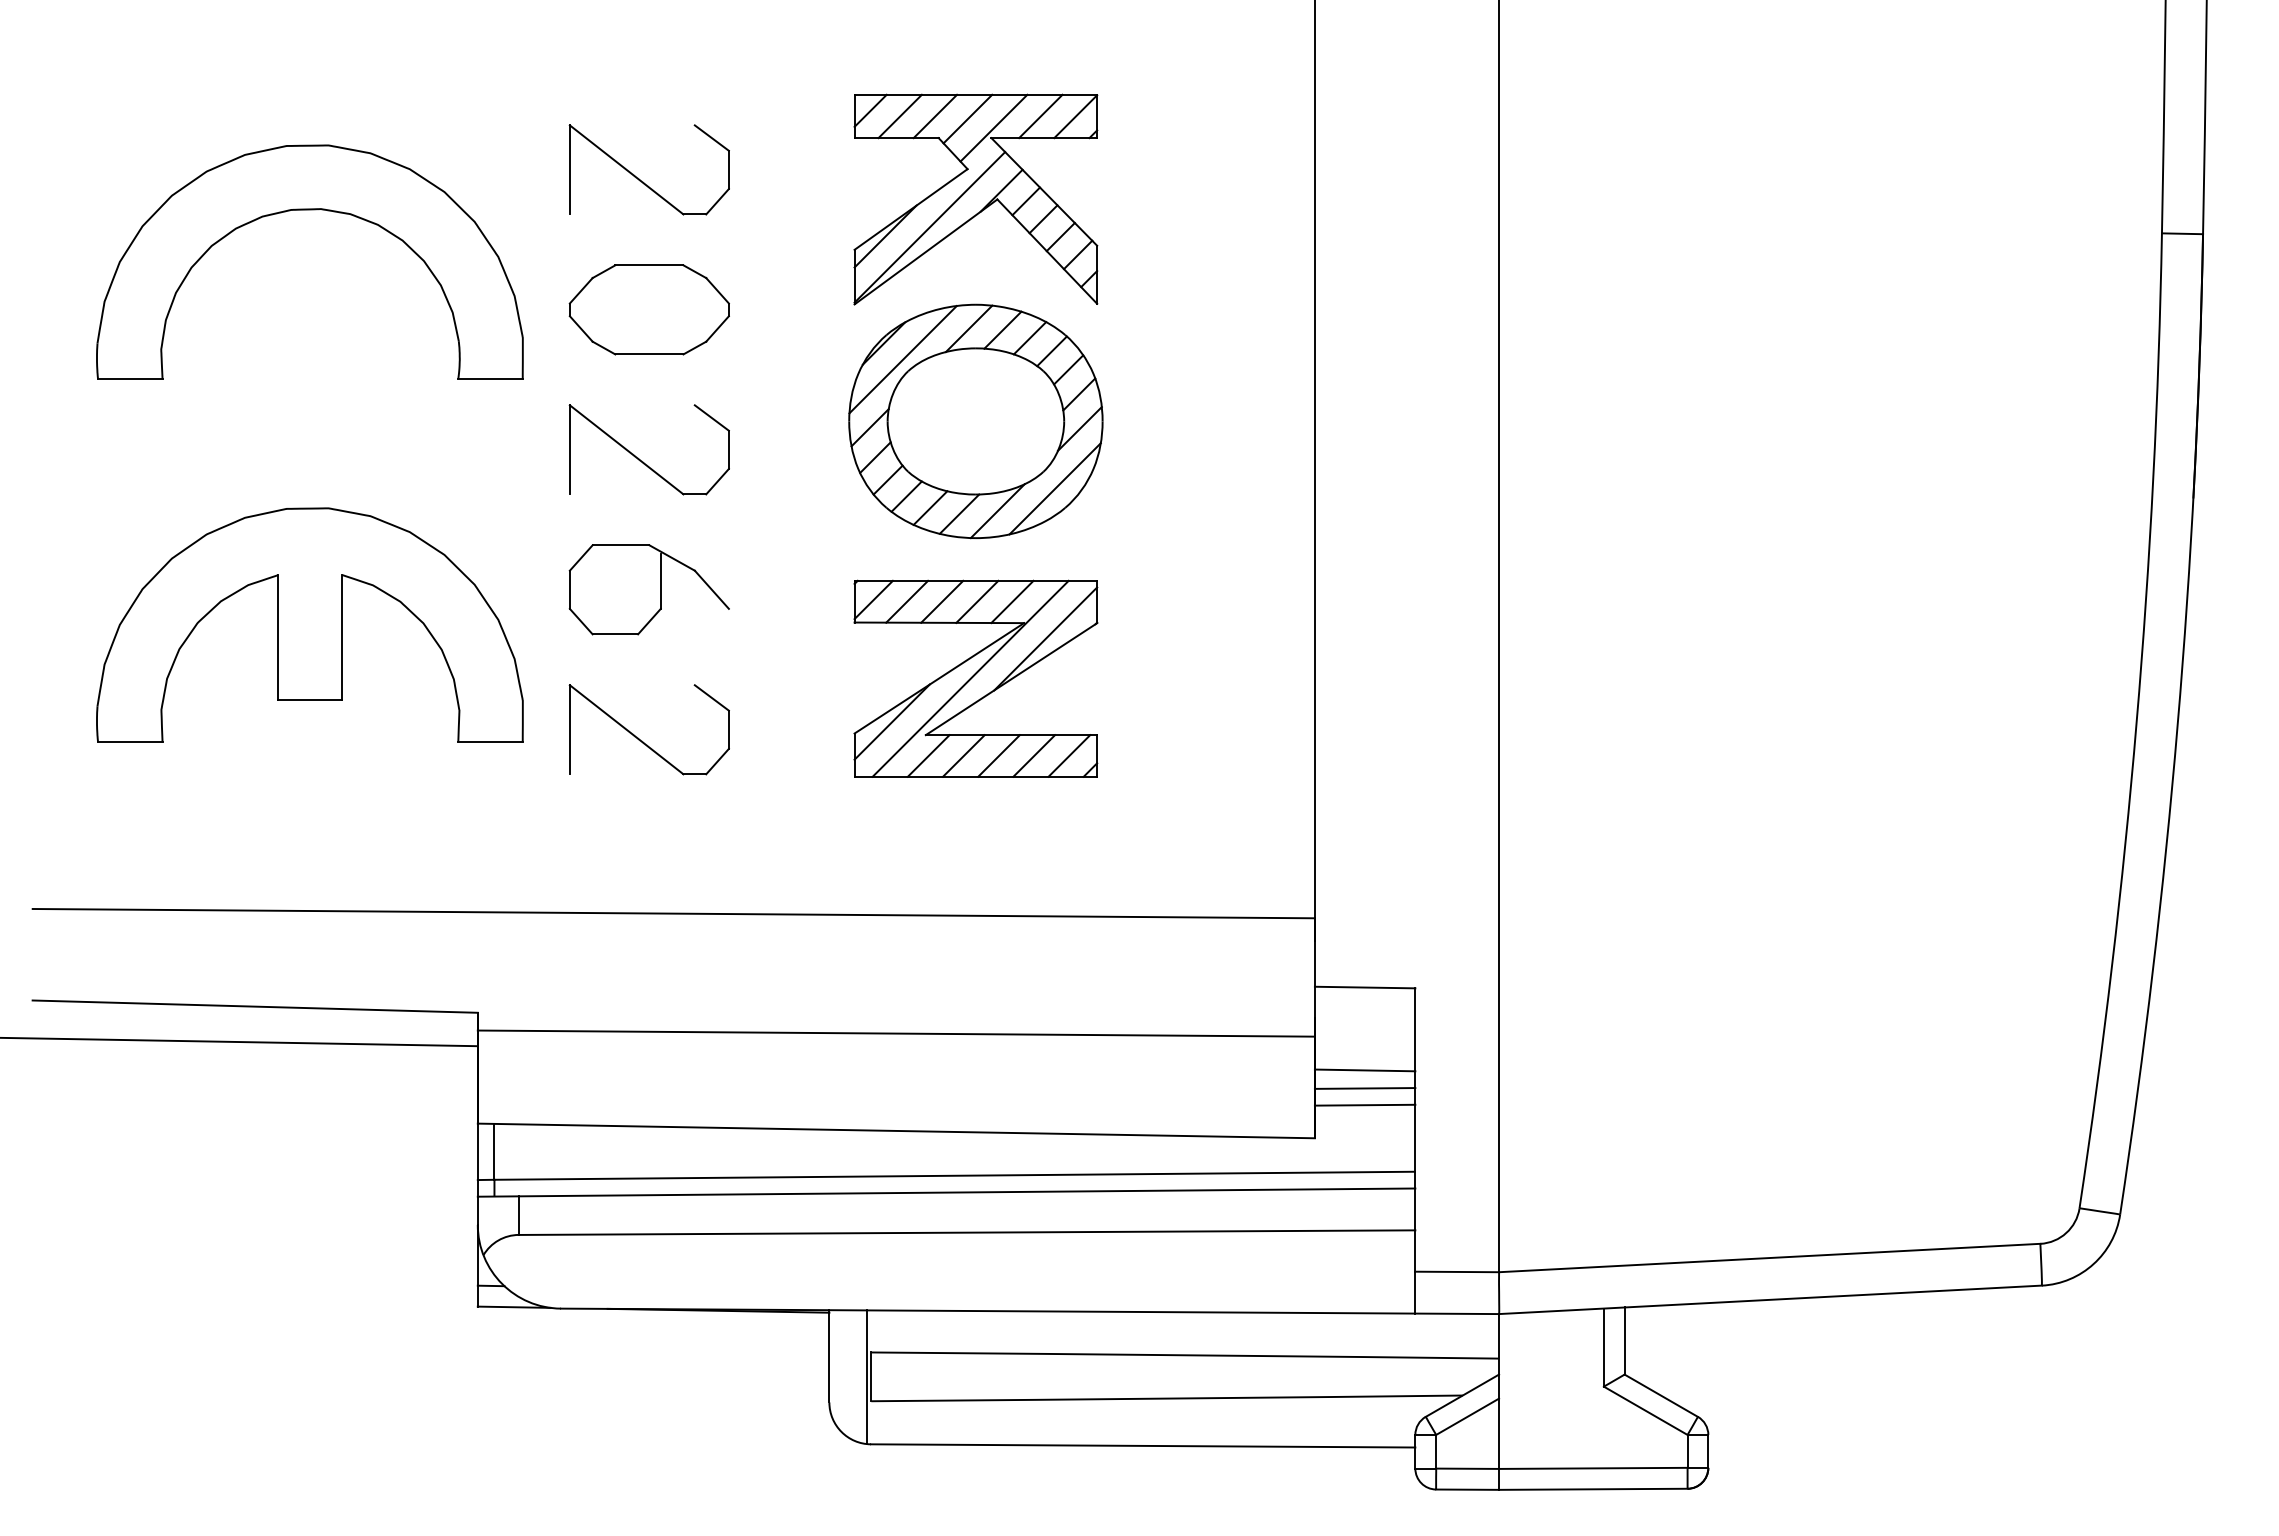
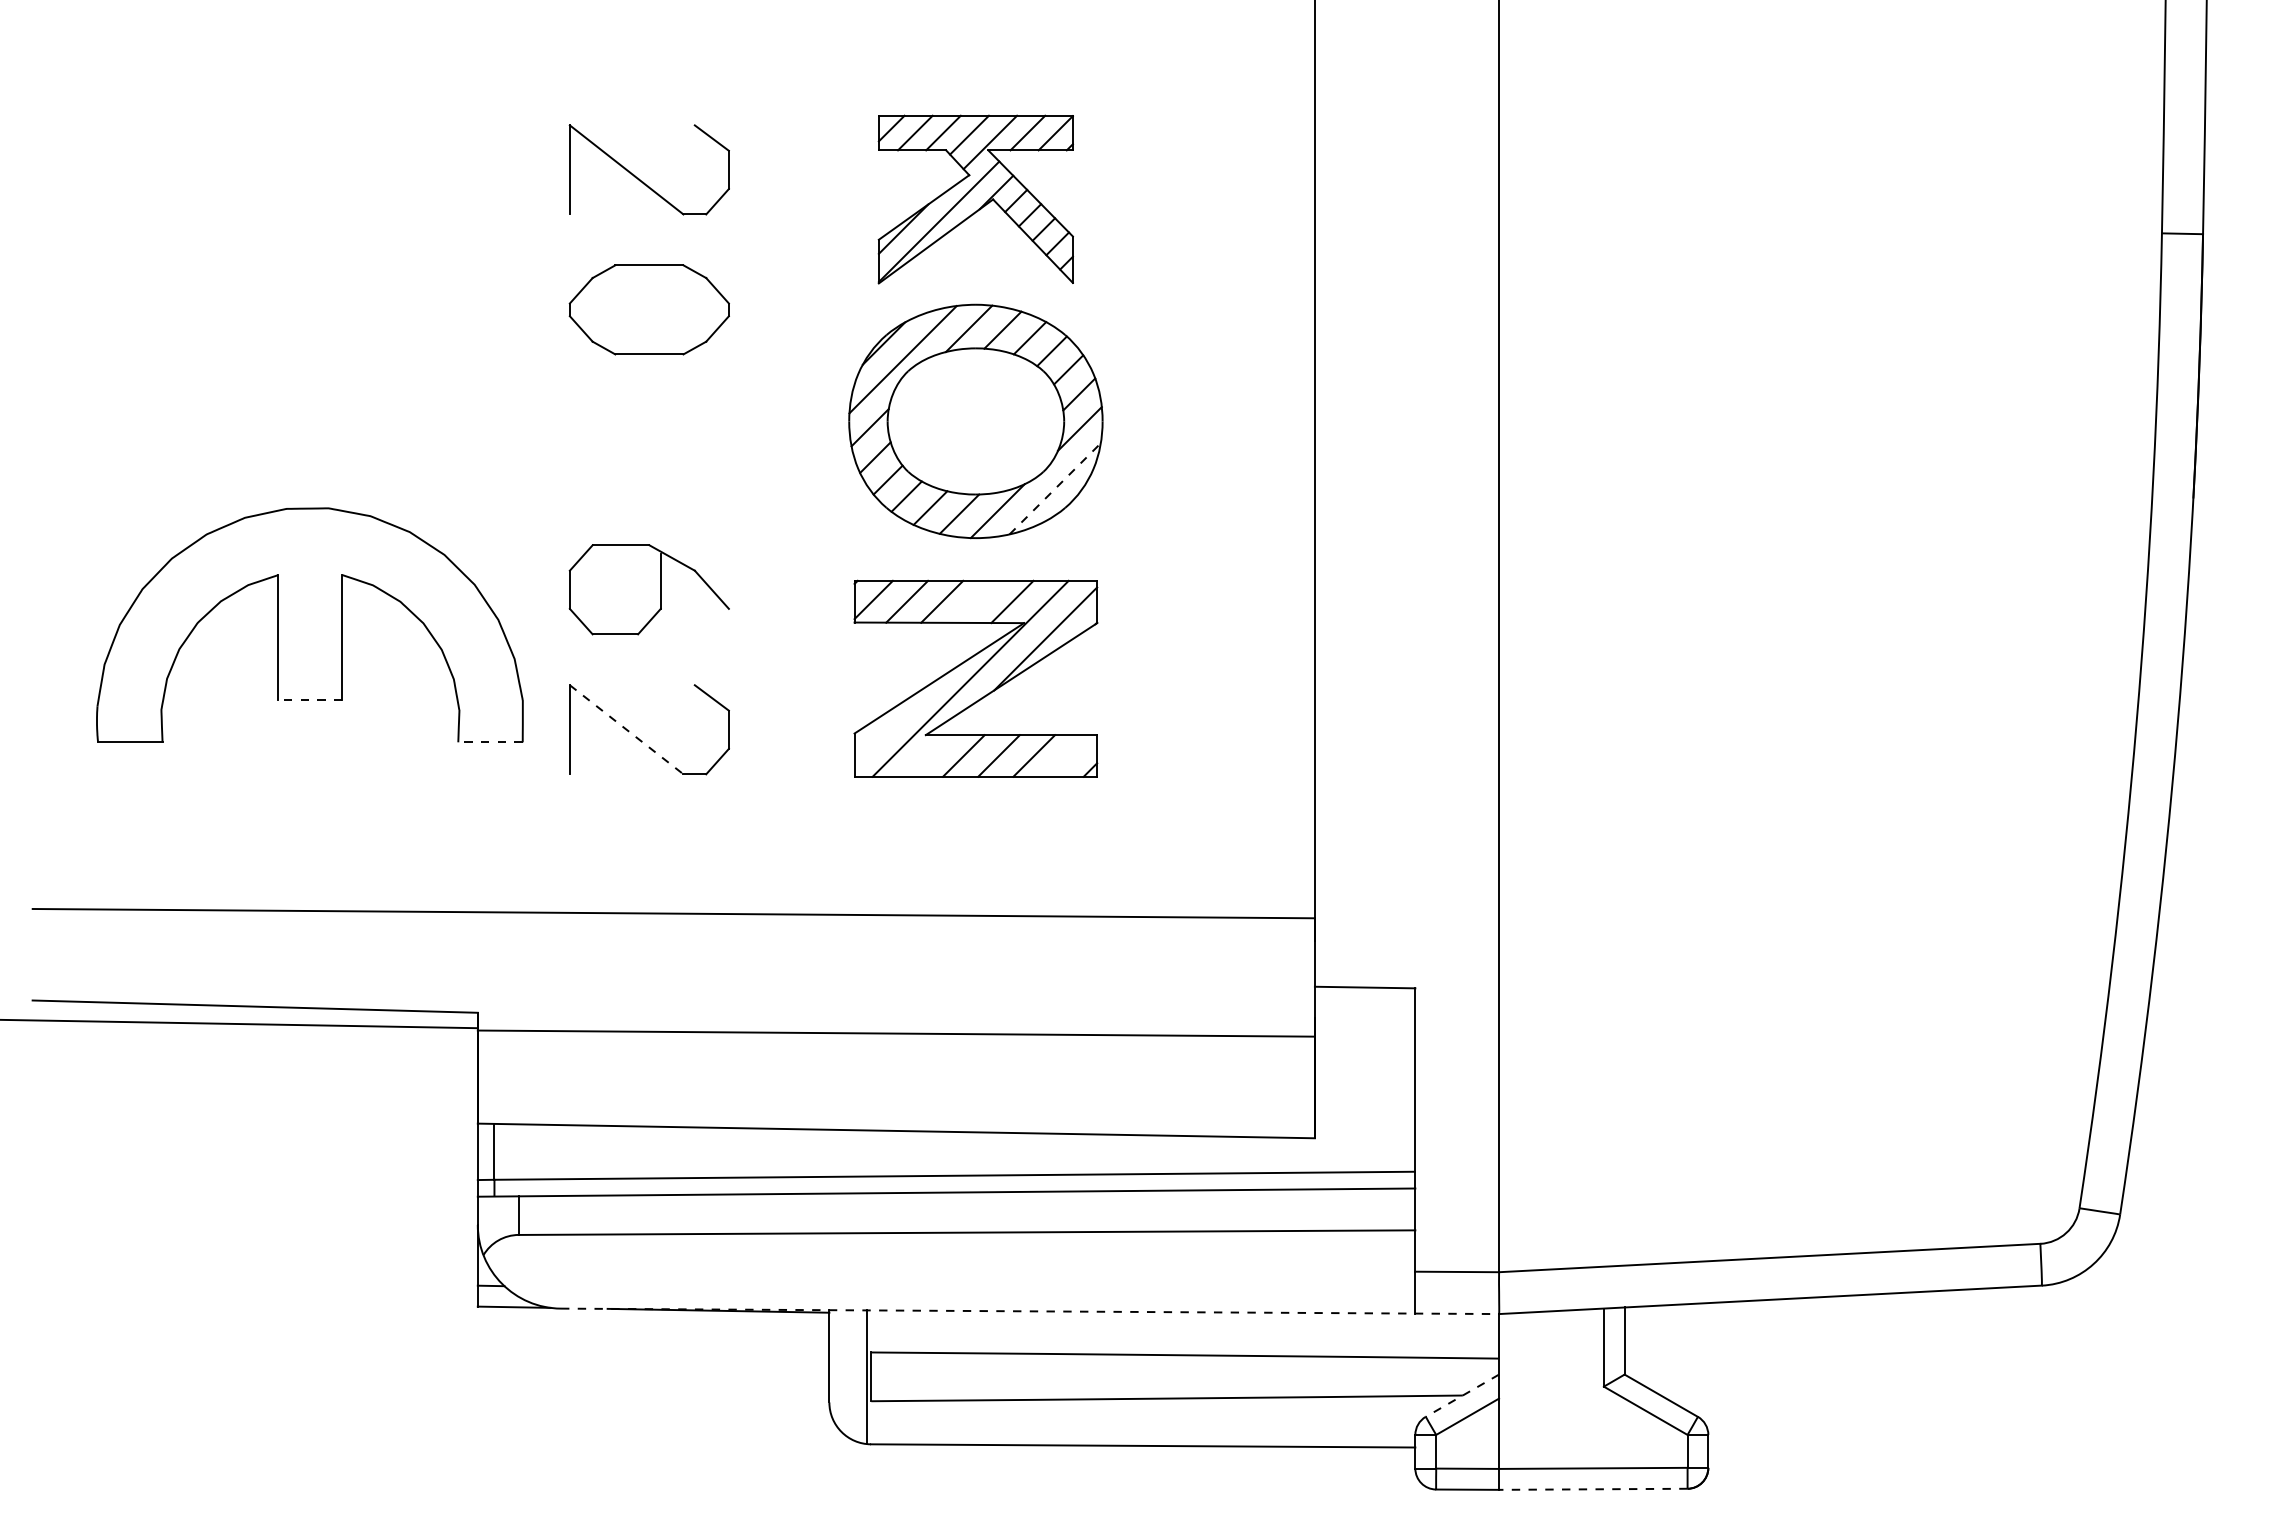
part at (975, 199) size: 246x213 px -> 197x171 px
part at (309, 210): present -> none
part at (639, 458): present -> none
line at (1055, 488): solid -> dashed
line at (977, 601): present -> none
line at (309, 699): solid -> dashed
line at (891, 721): present -> none
line at (627, 730): solid -> dashed
line at (490, 742): solid -> dashed
line at (928, 755): present -> none
line at (1069, 755): present -> none
line at (239, 1041) position: (239, 1041) -> (239, 1023)
line at (1364, 1070): present -> none
line at (1364, 1088): present -> none
line at (1364, 1104): present -> none
line at (1030, 1311): solid -> dashed
line at (1462, 1395): solid -> dashed
line at (1592, 1489): solid -> dashed
